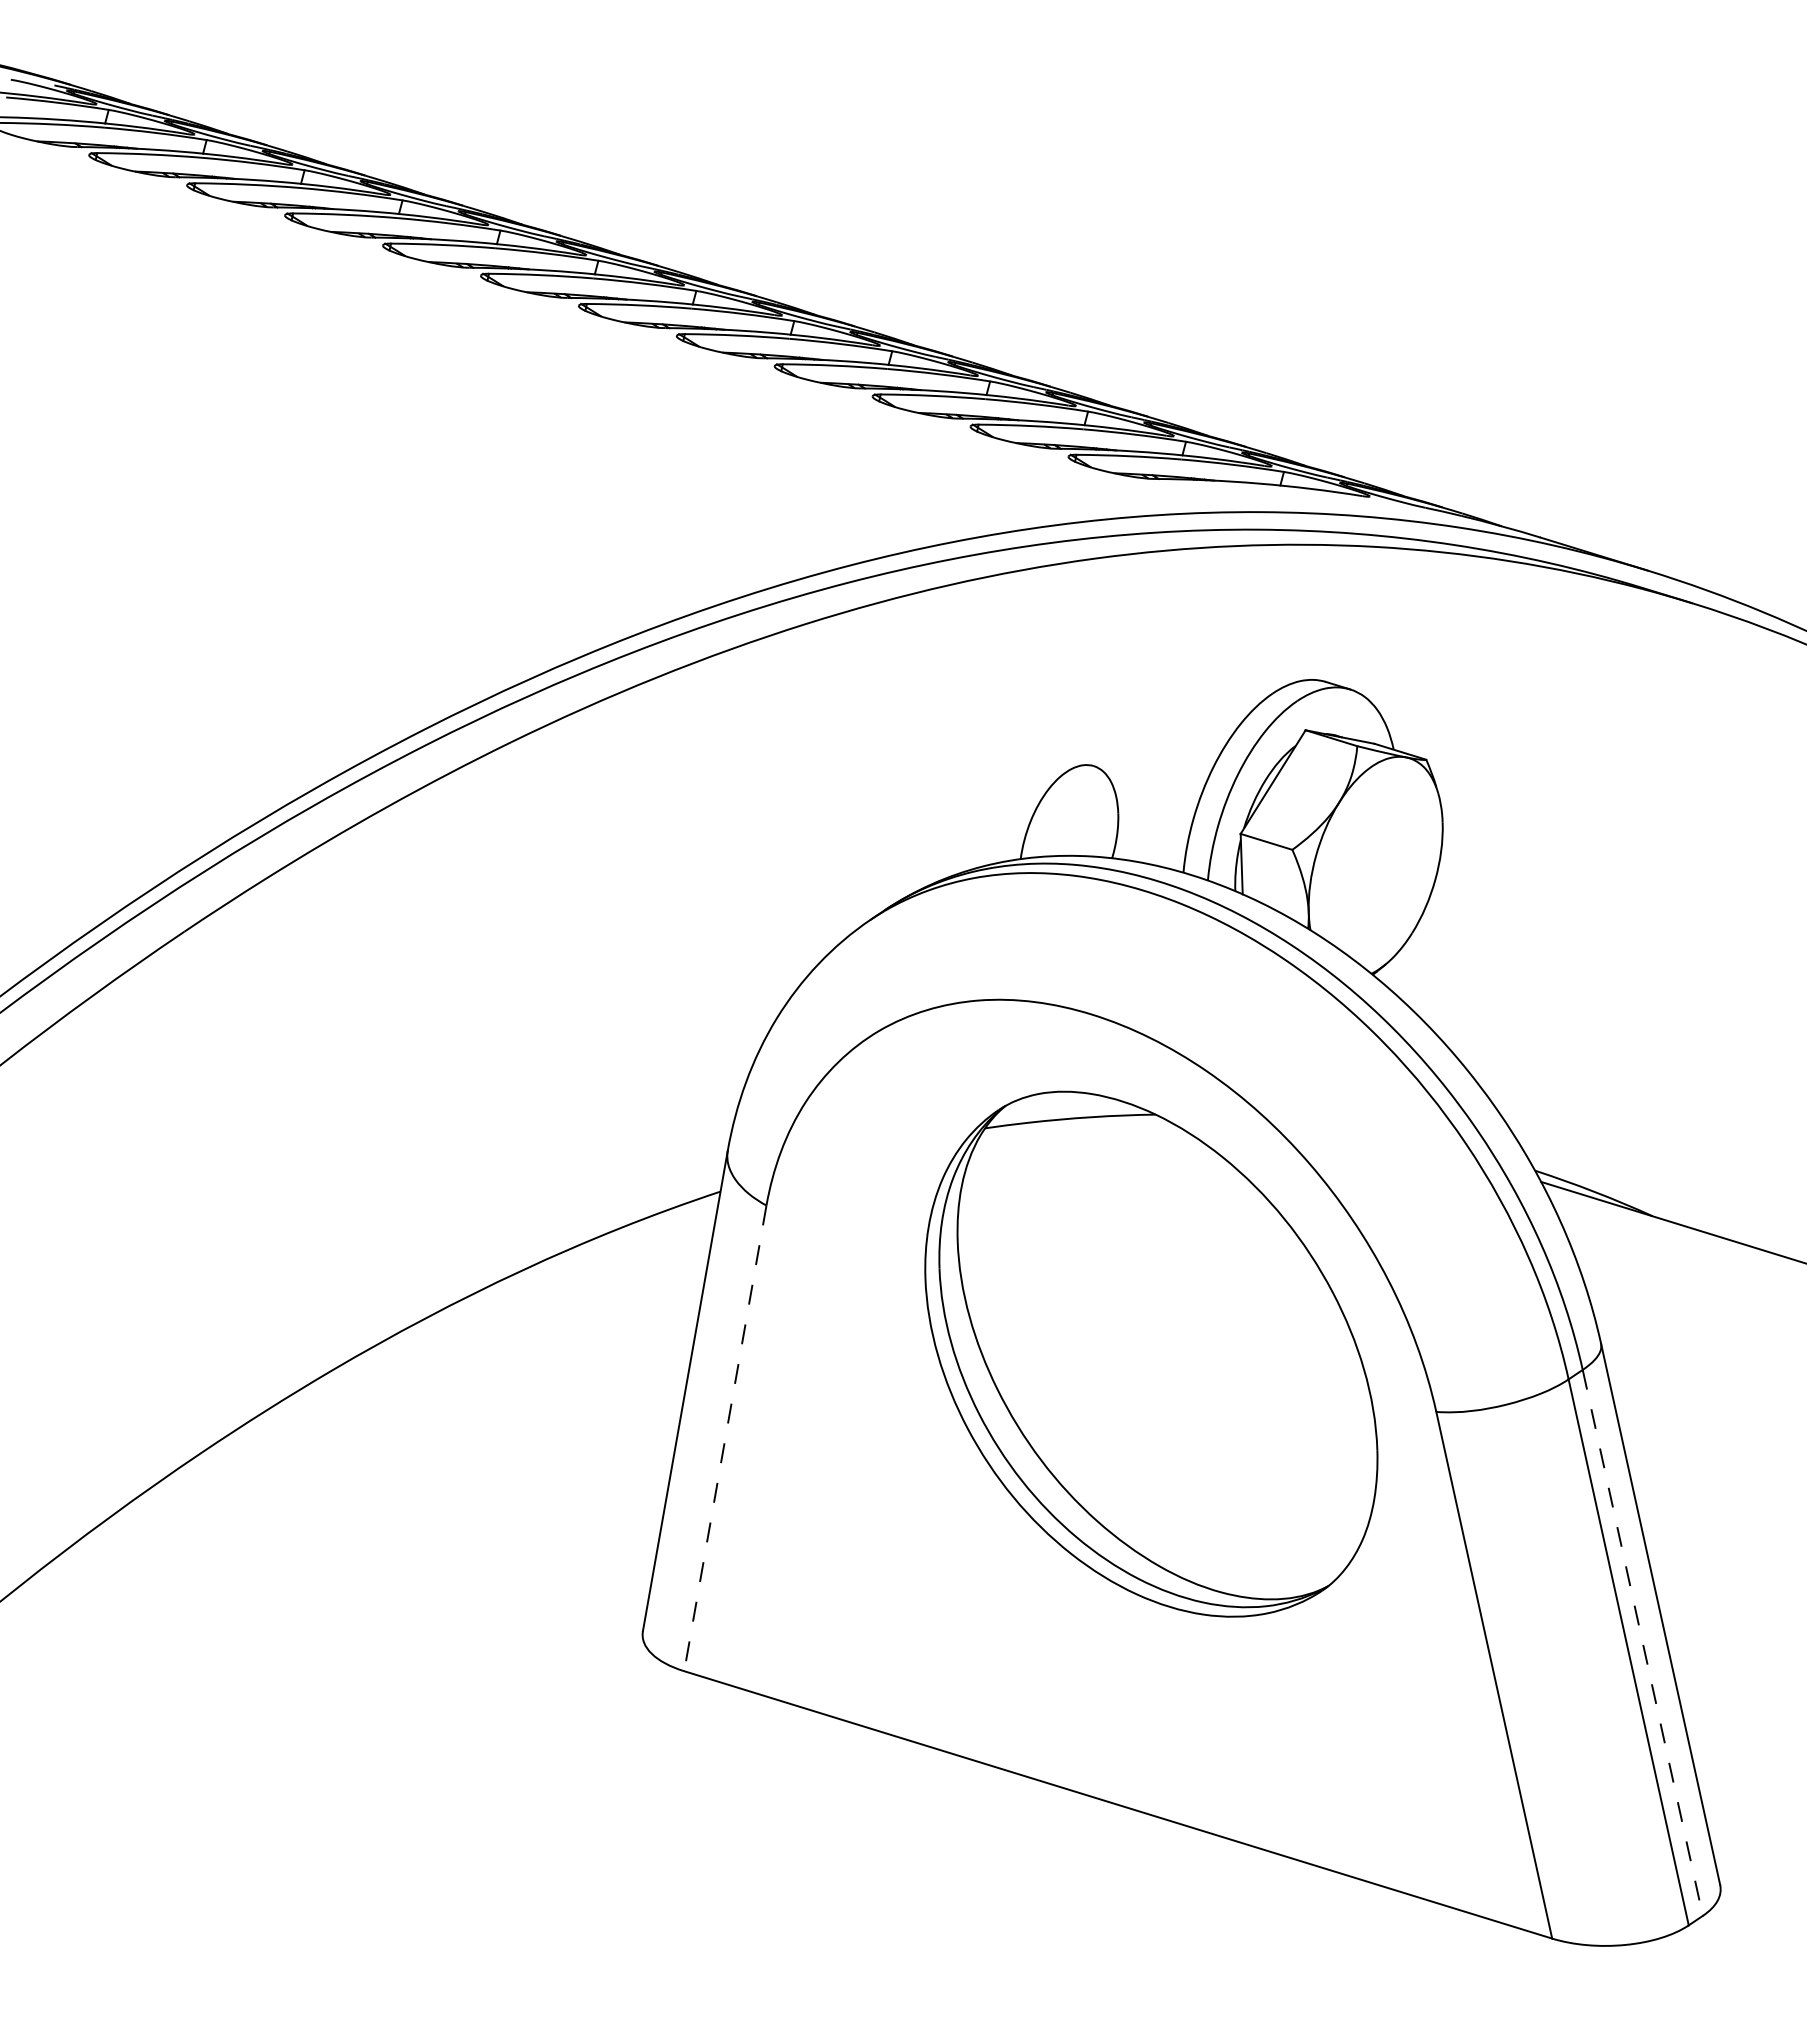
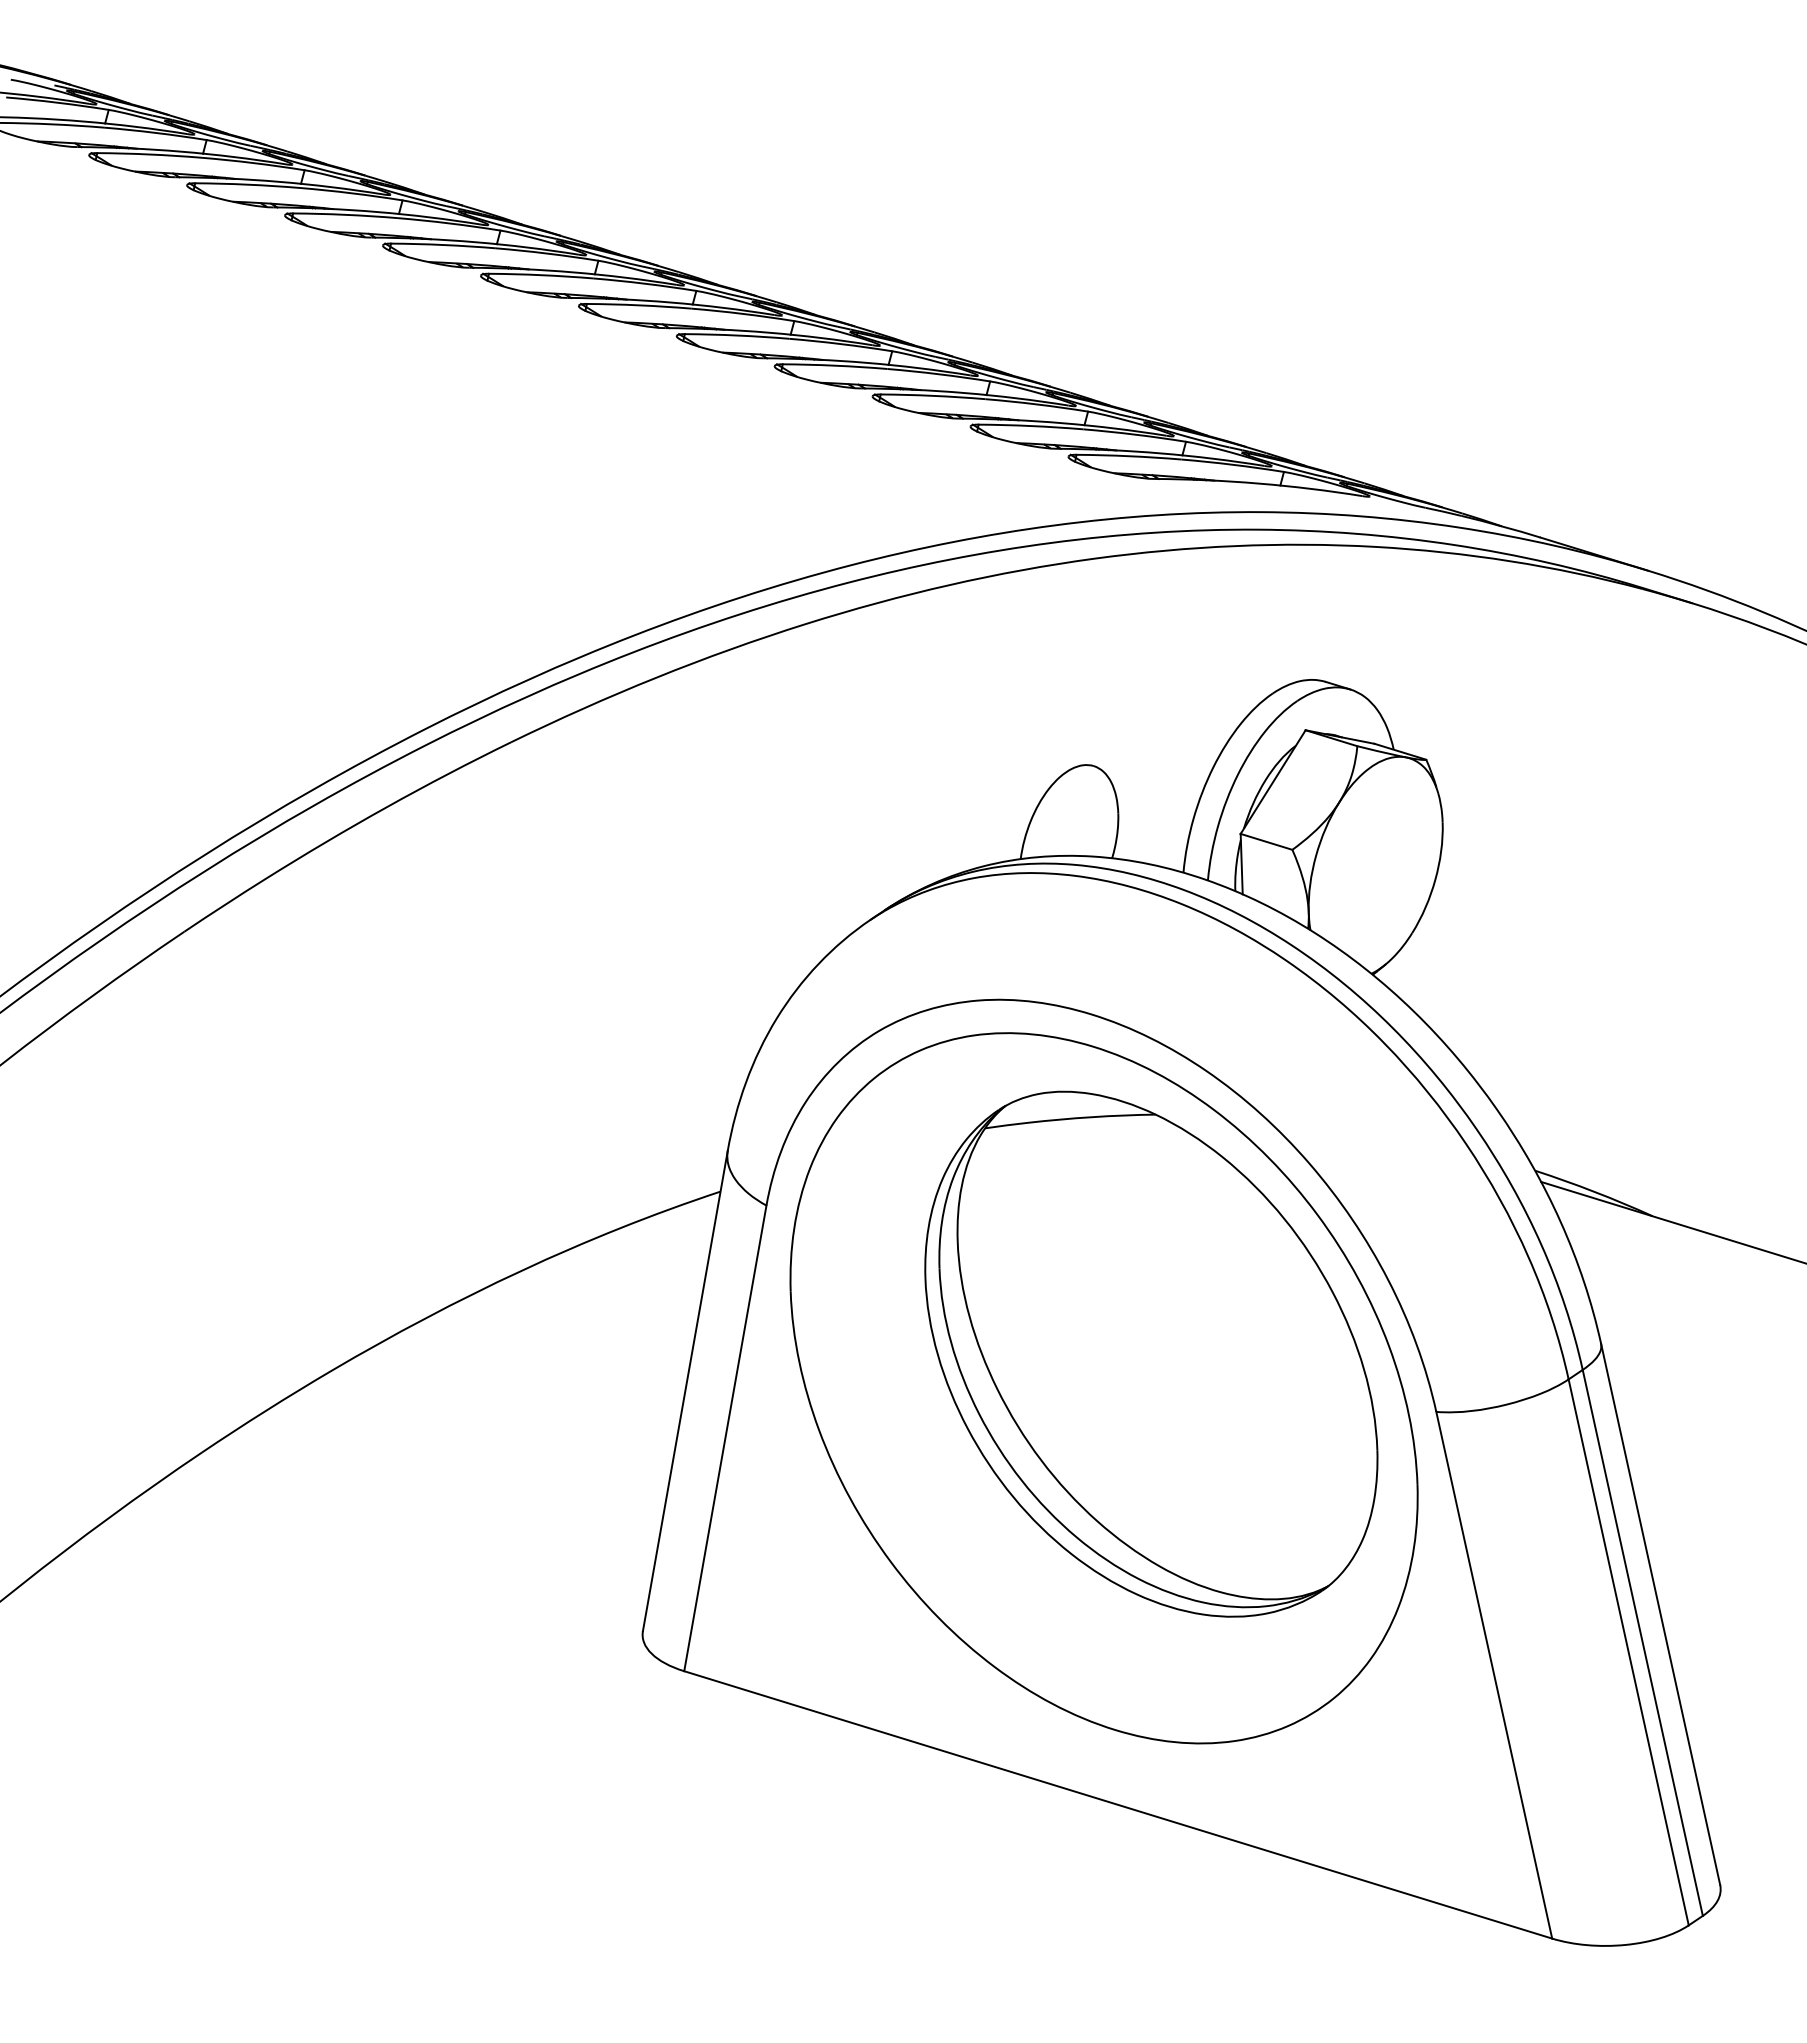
part at (1103, 1388): none -> present
line at (725, 1438): dashed -> solid
line at (1642, 1642): dashed -> solid
